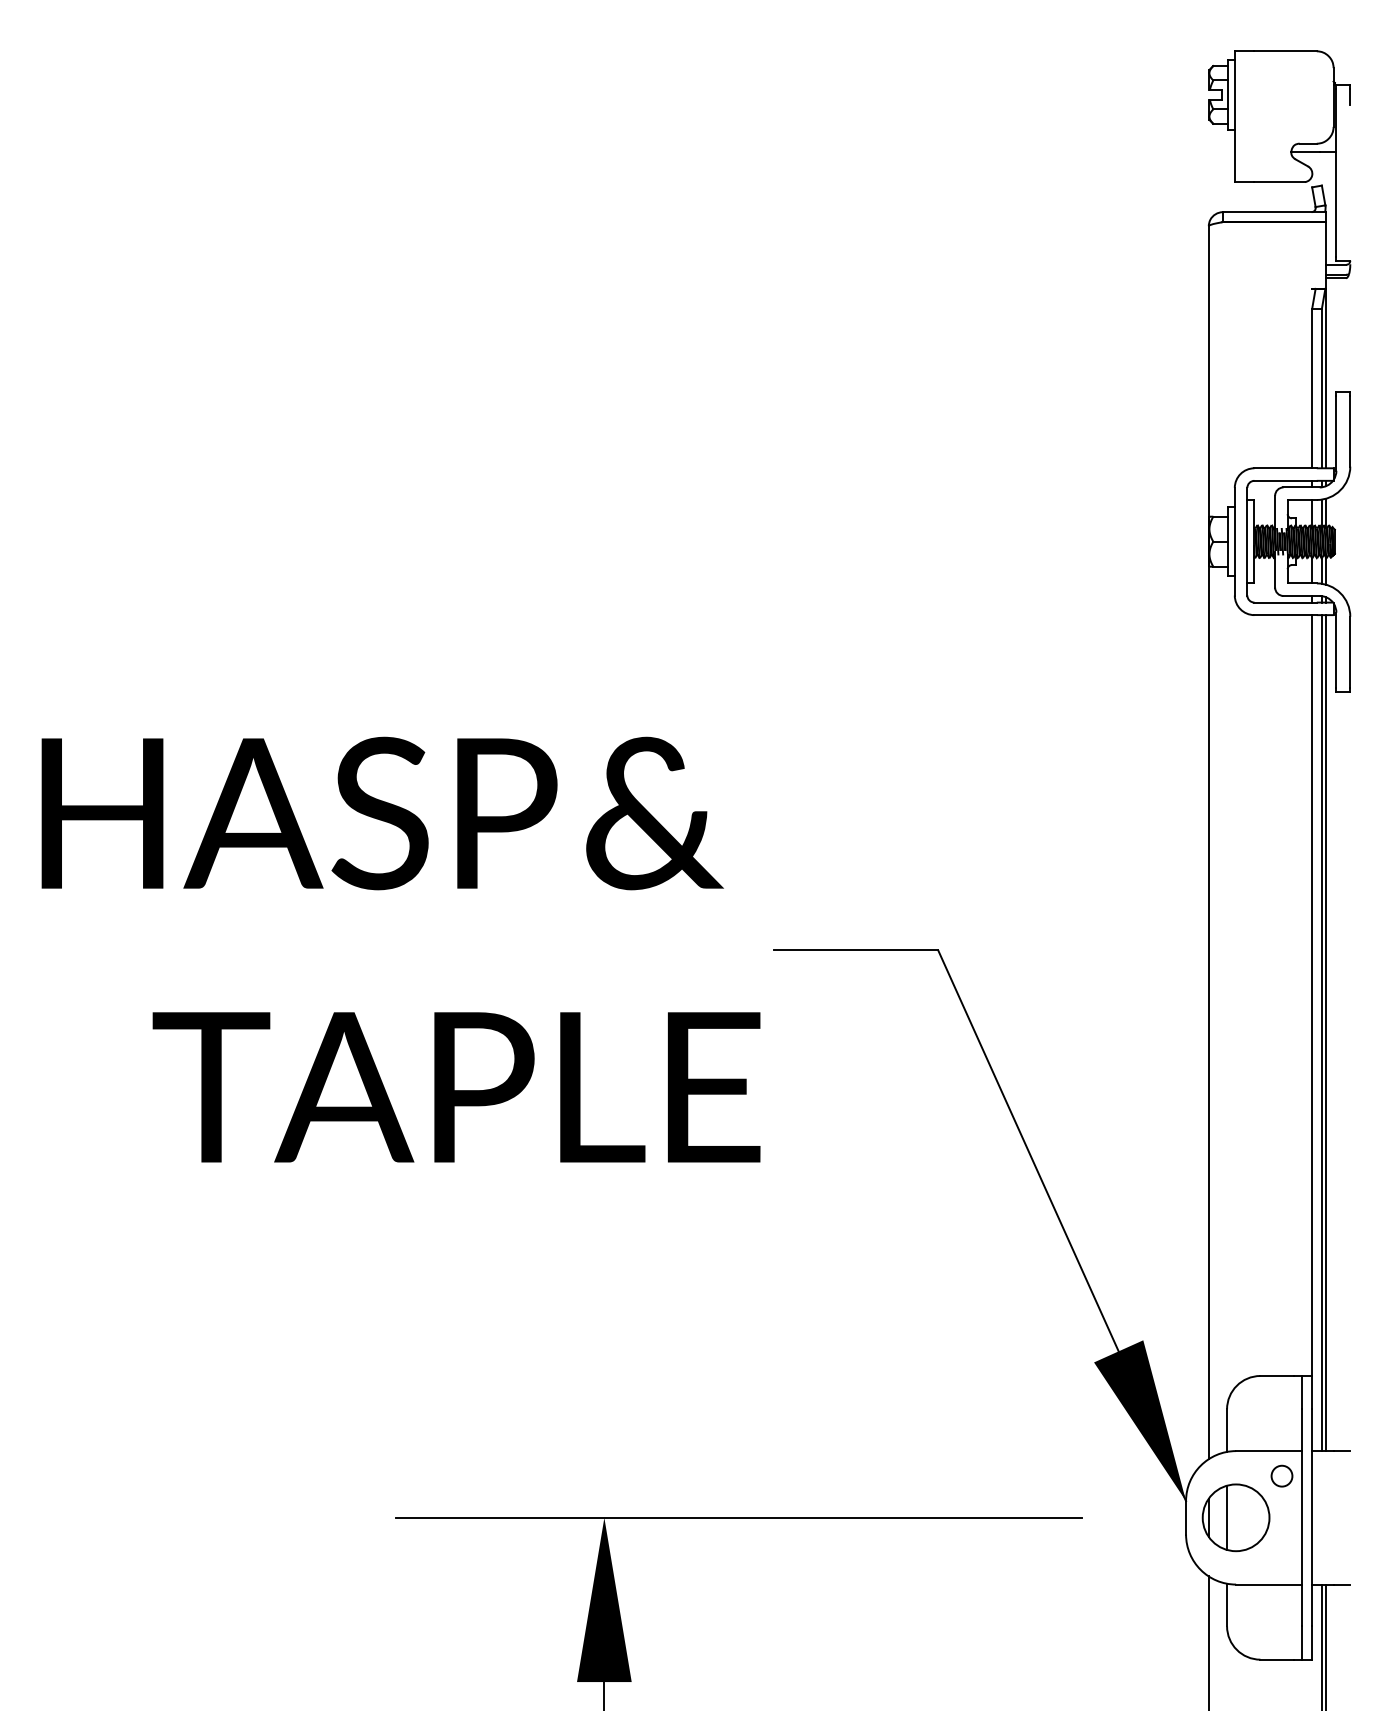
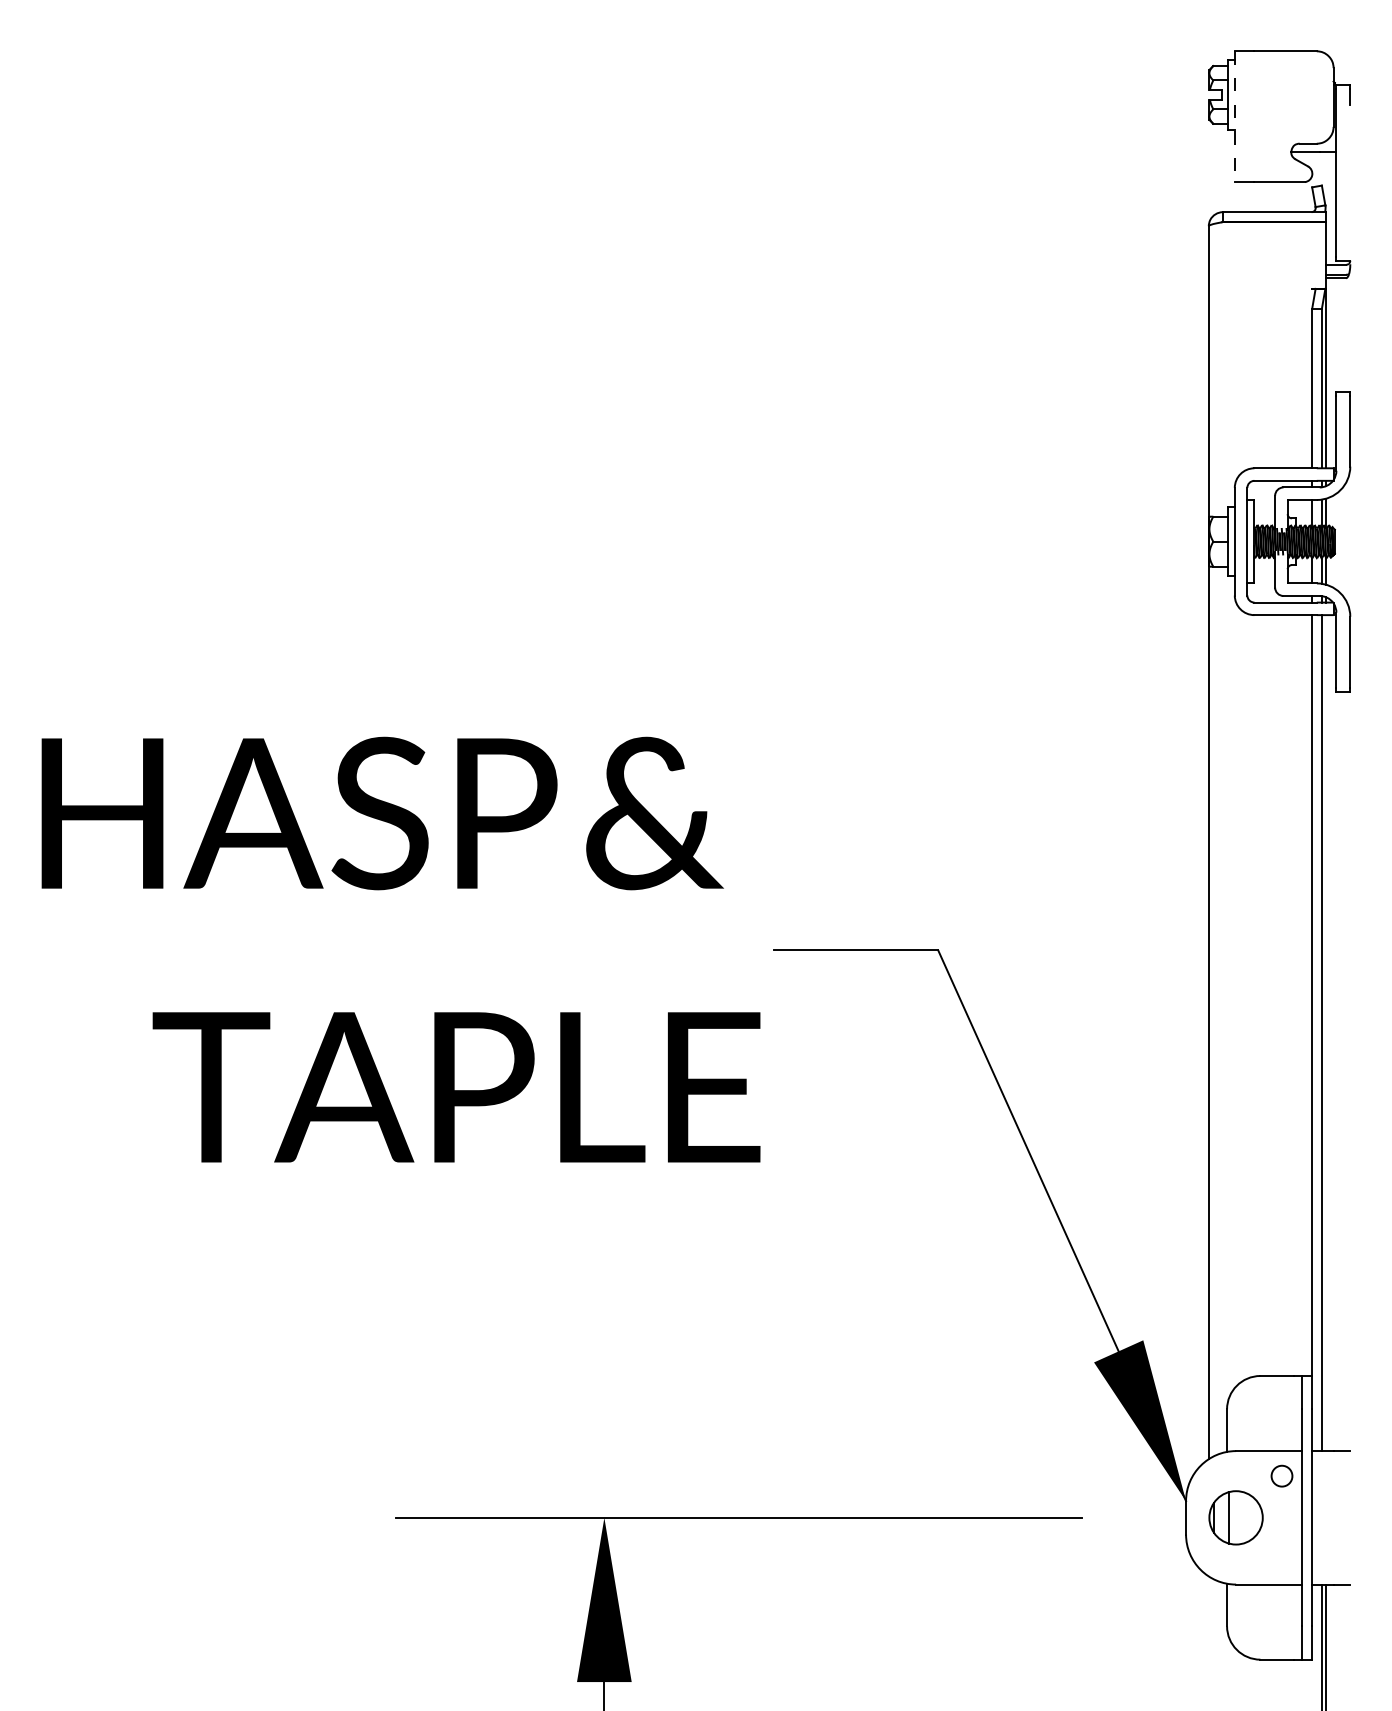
line at (1234, 117): solid -> dashed
line at (1325, 1033): present -> none
part at (1235, 1517) size: 70x70 px -> 56x56 px
line at (1208, 1641): present -> none
